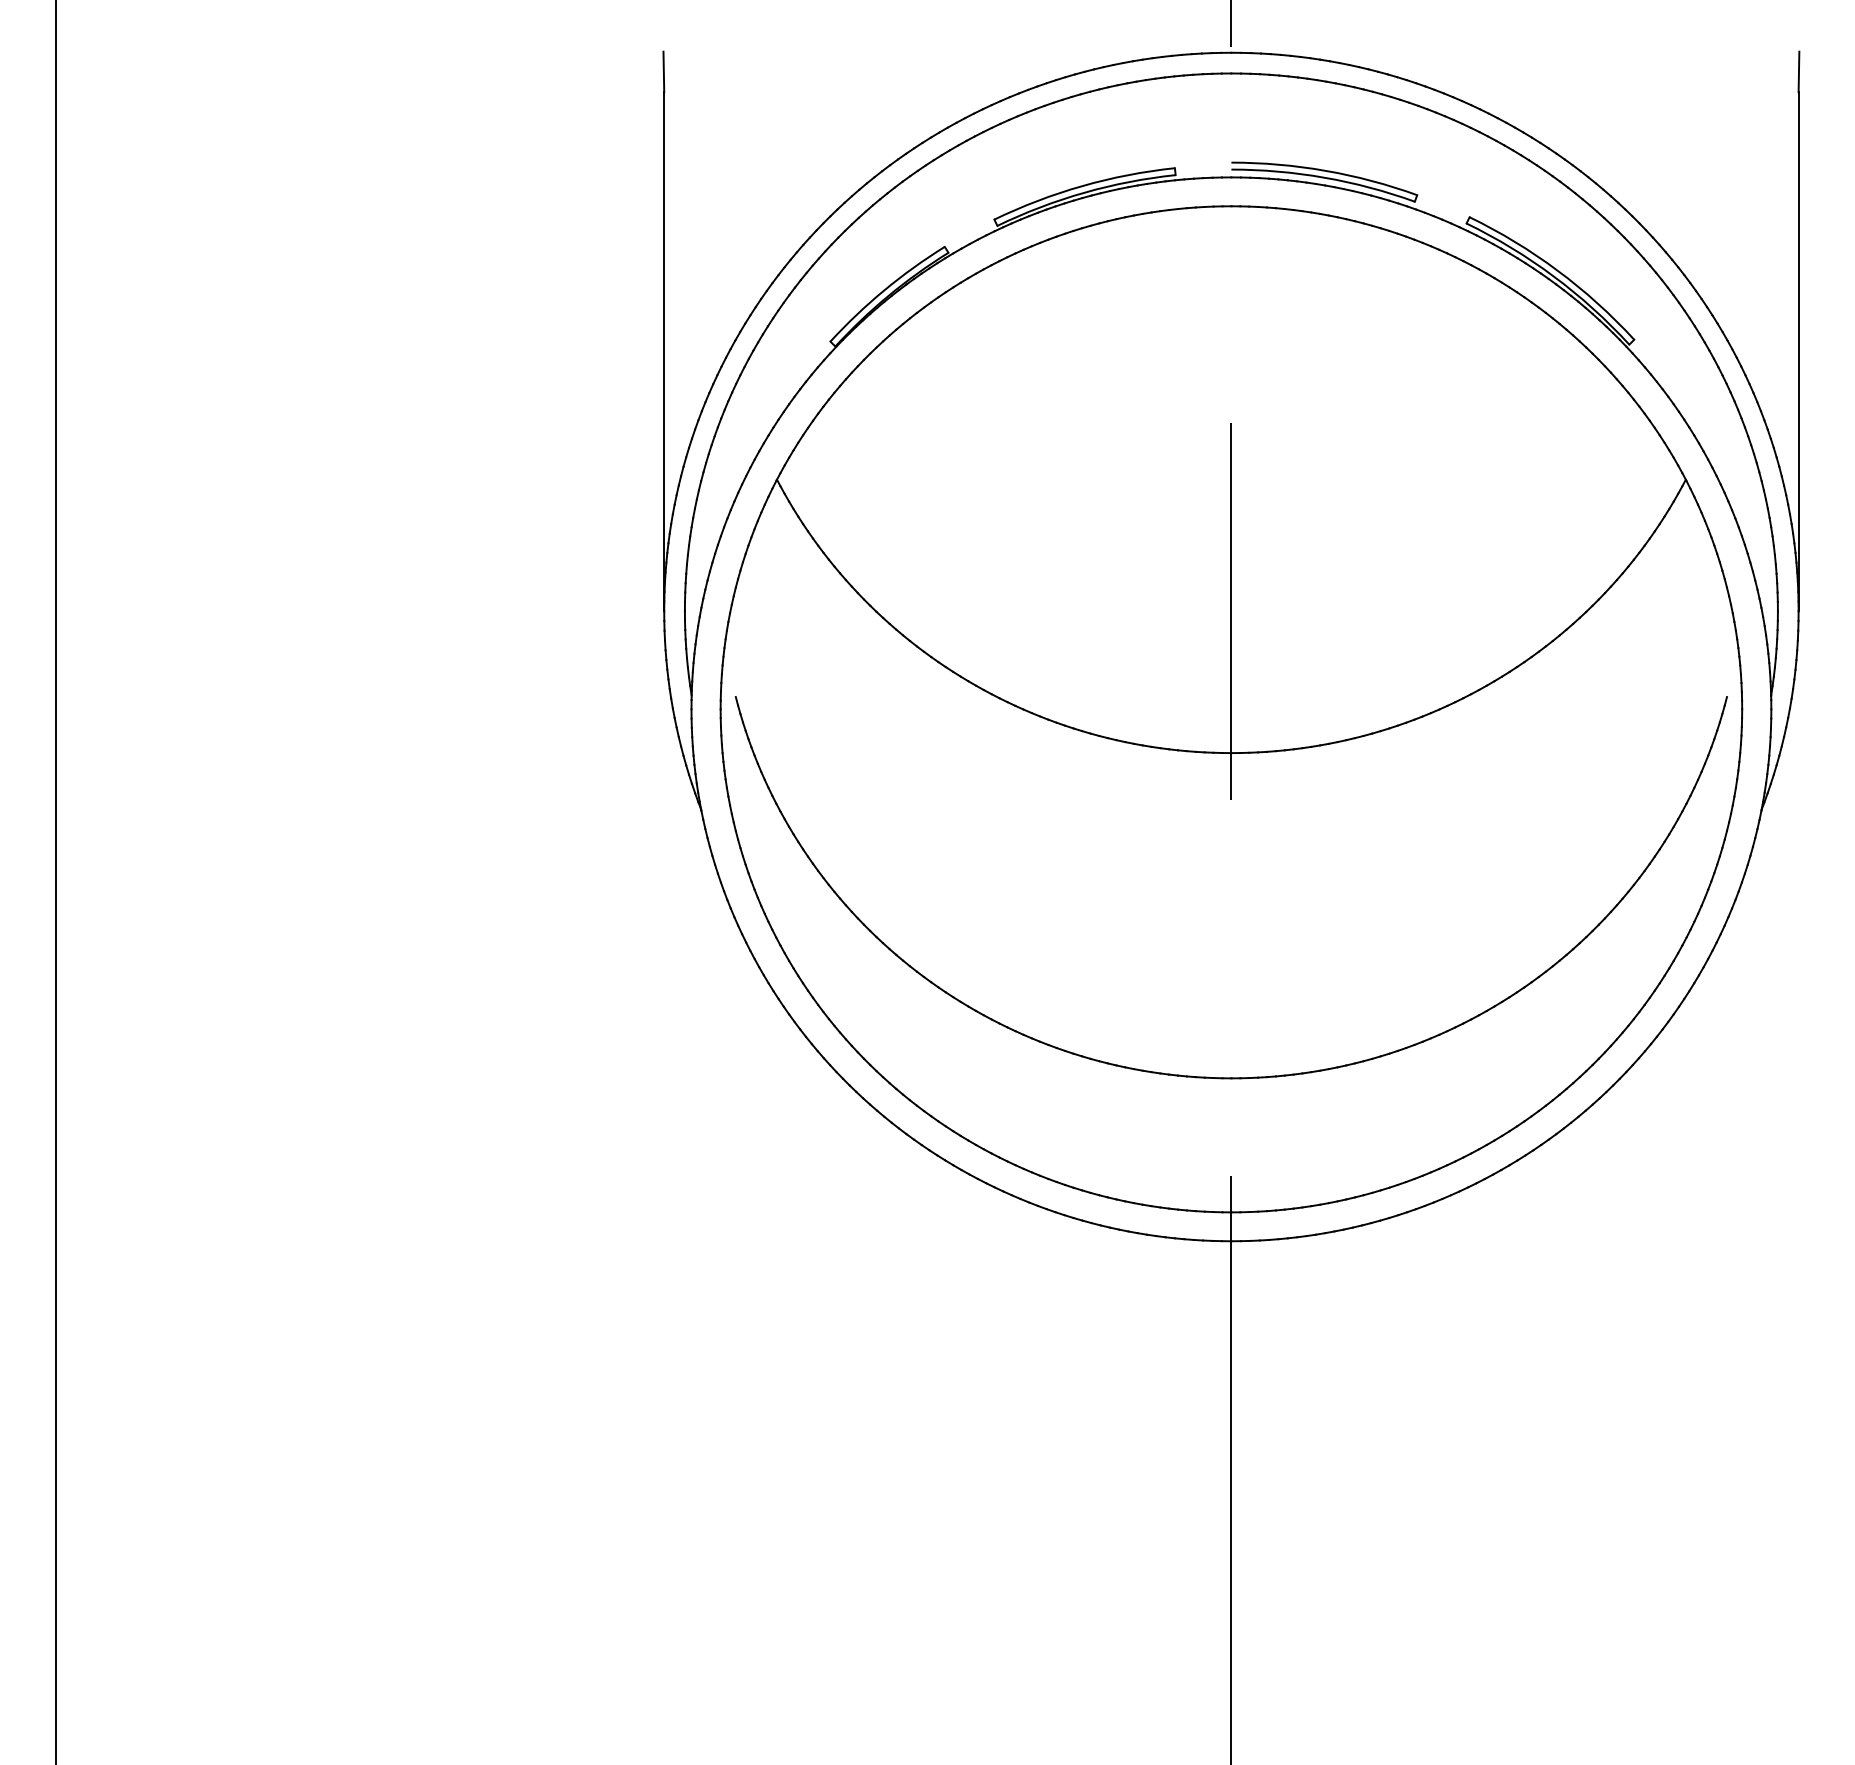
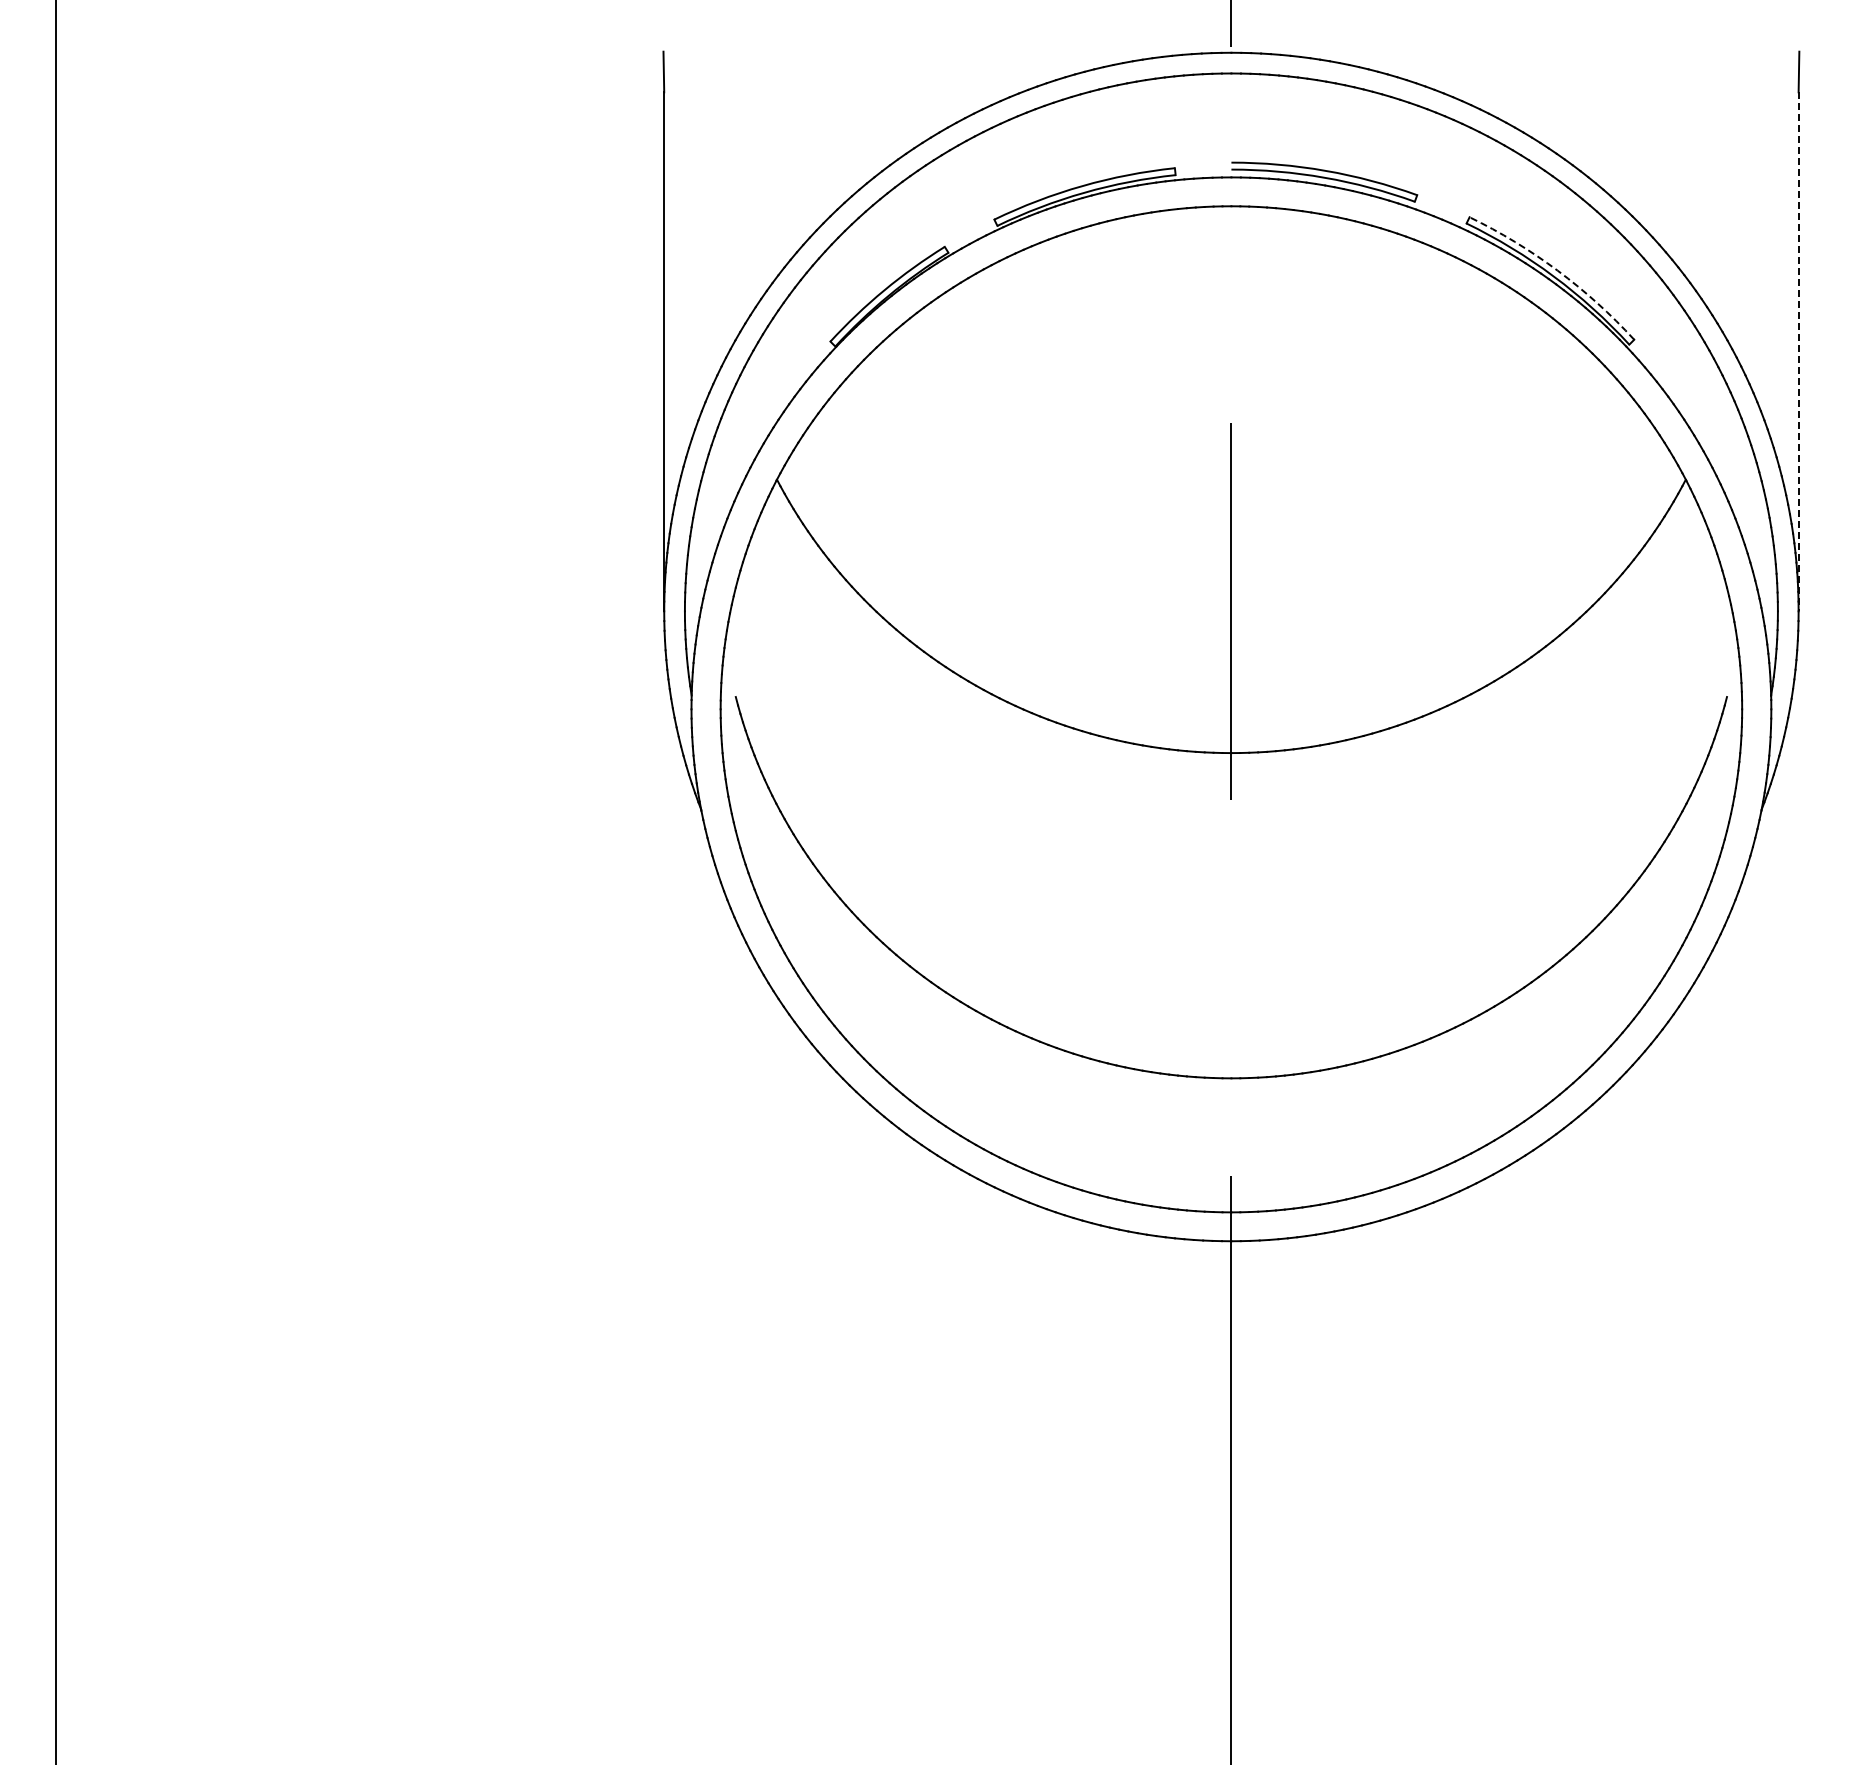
arc at (1557, 270): solid -> dashed
line at (1798, 352): solid -> dashed
